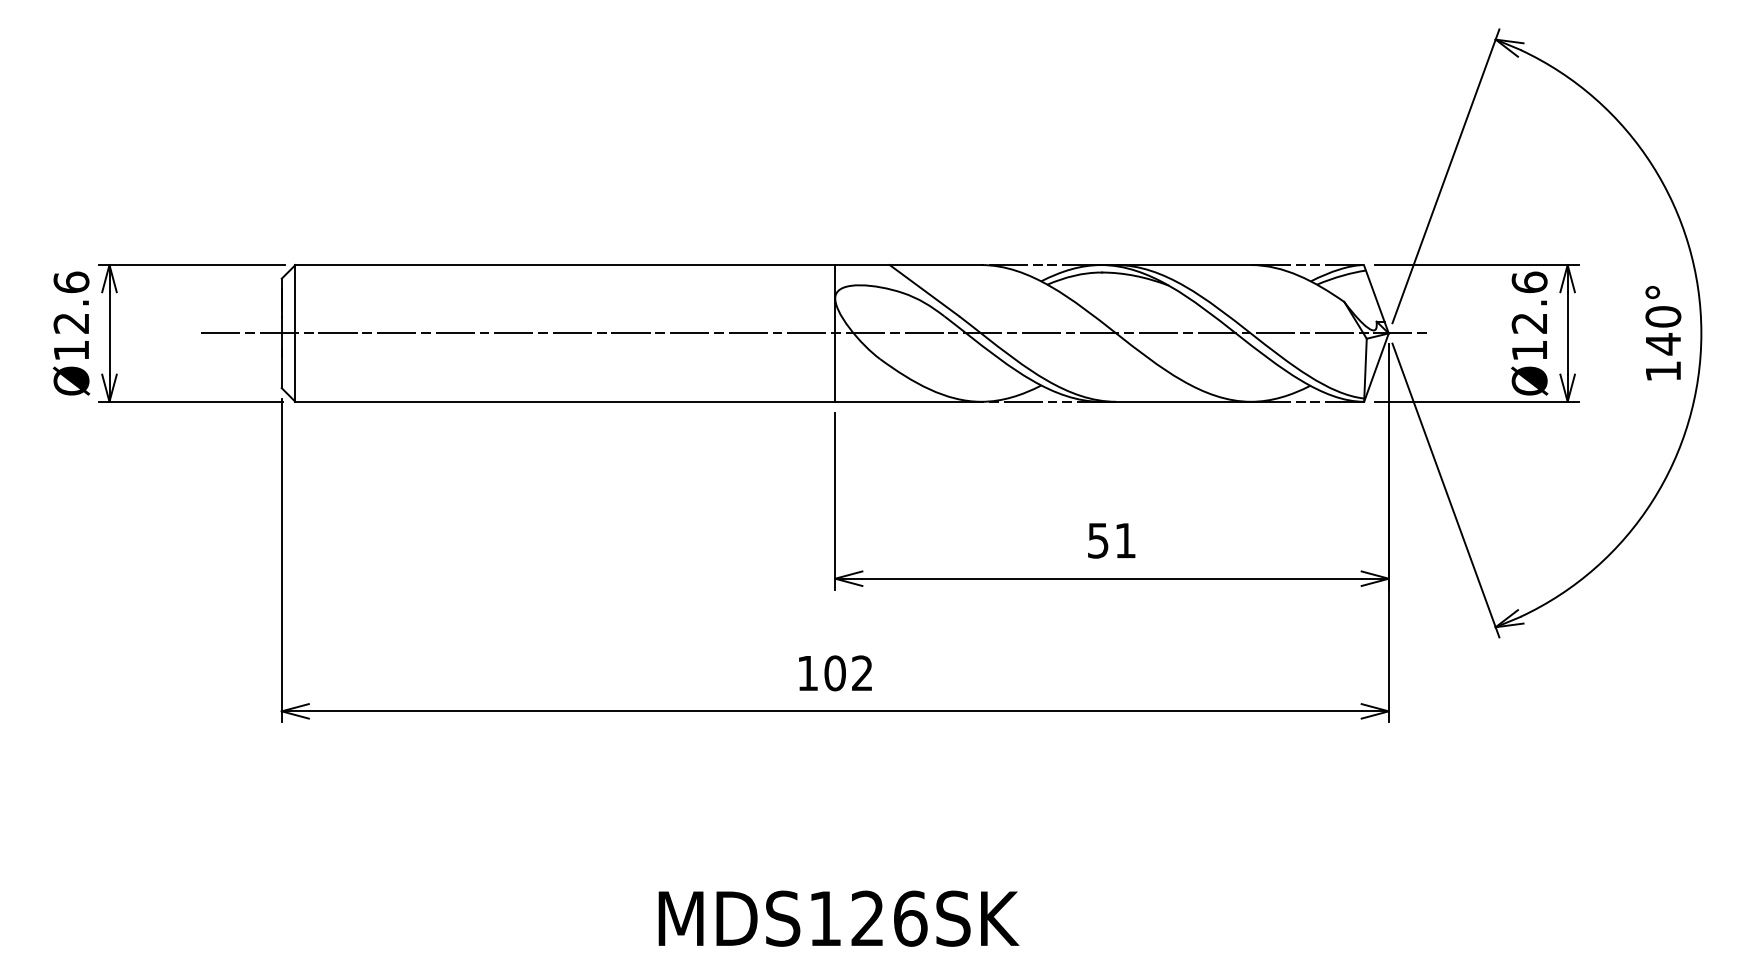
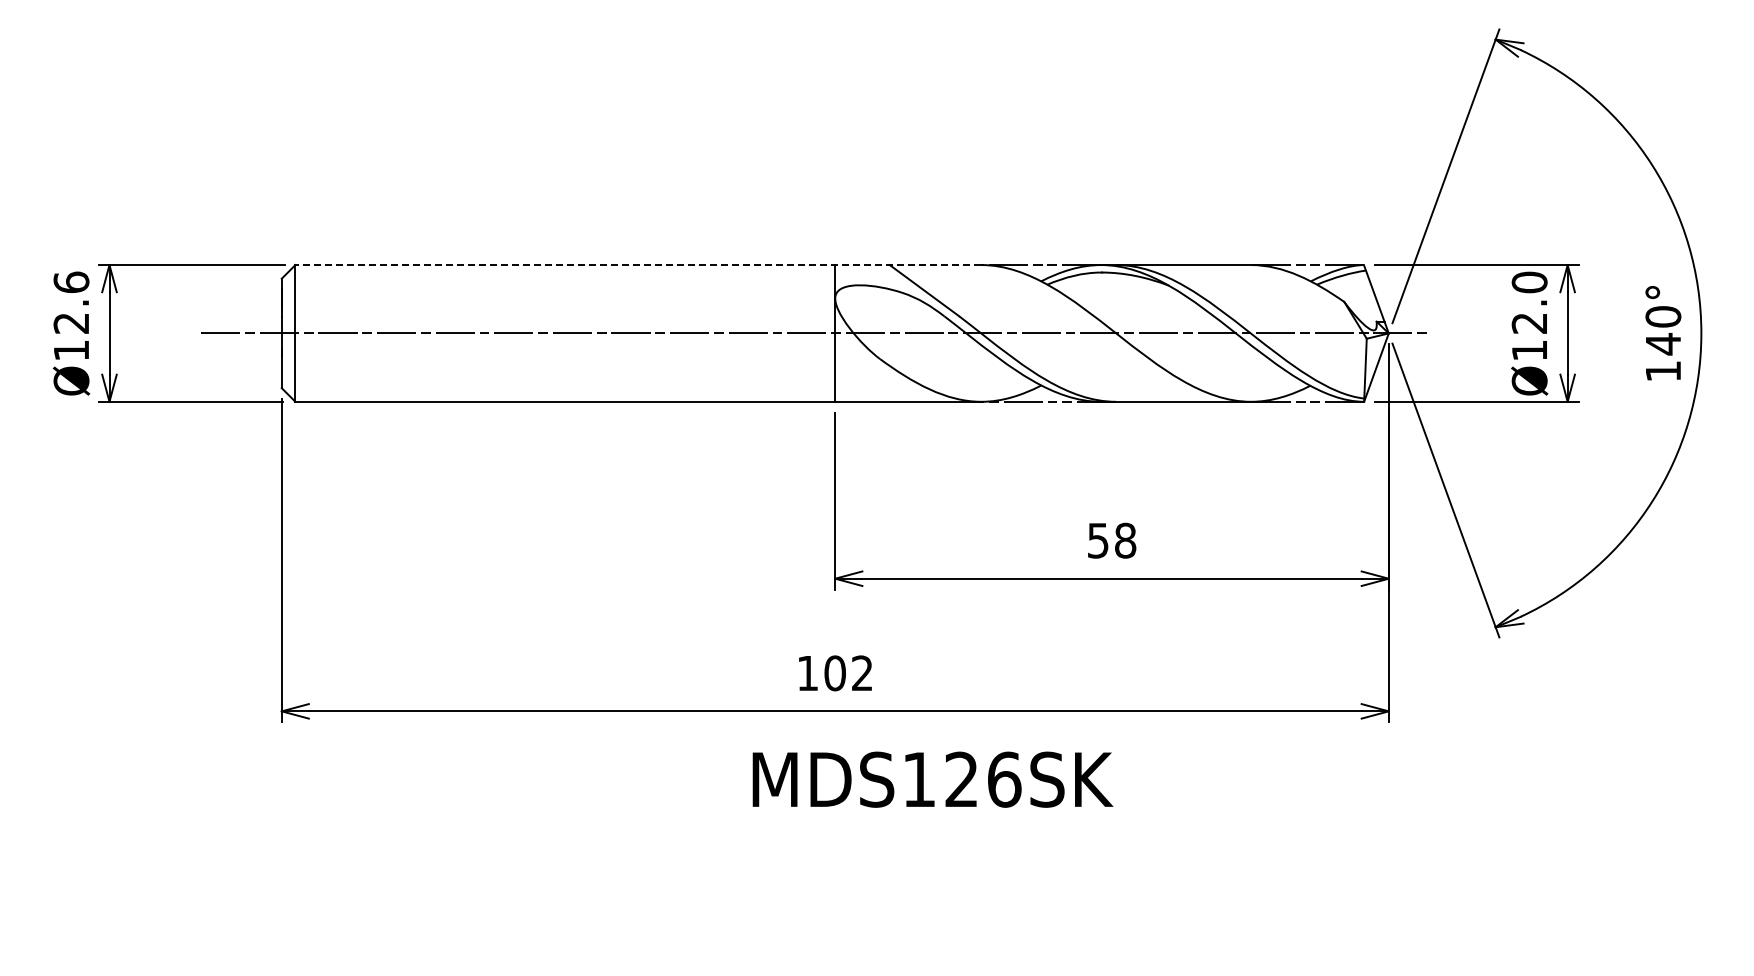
line at (637, 265): solid -> dashed
text at (1529, 282): Ø12.6 -> Ø12.0
text at (1125, 540): 51 -> 58
text at (838, 918) position: (838, 918) -> (932, 779)
